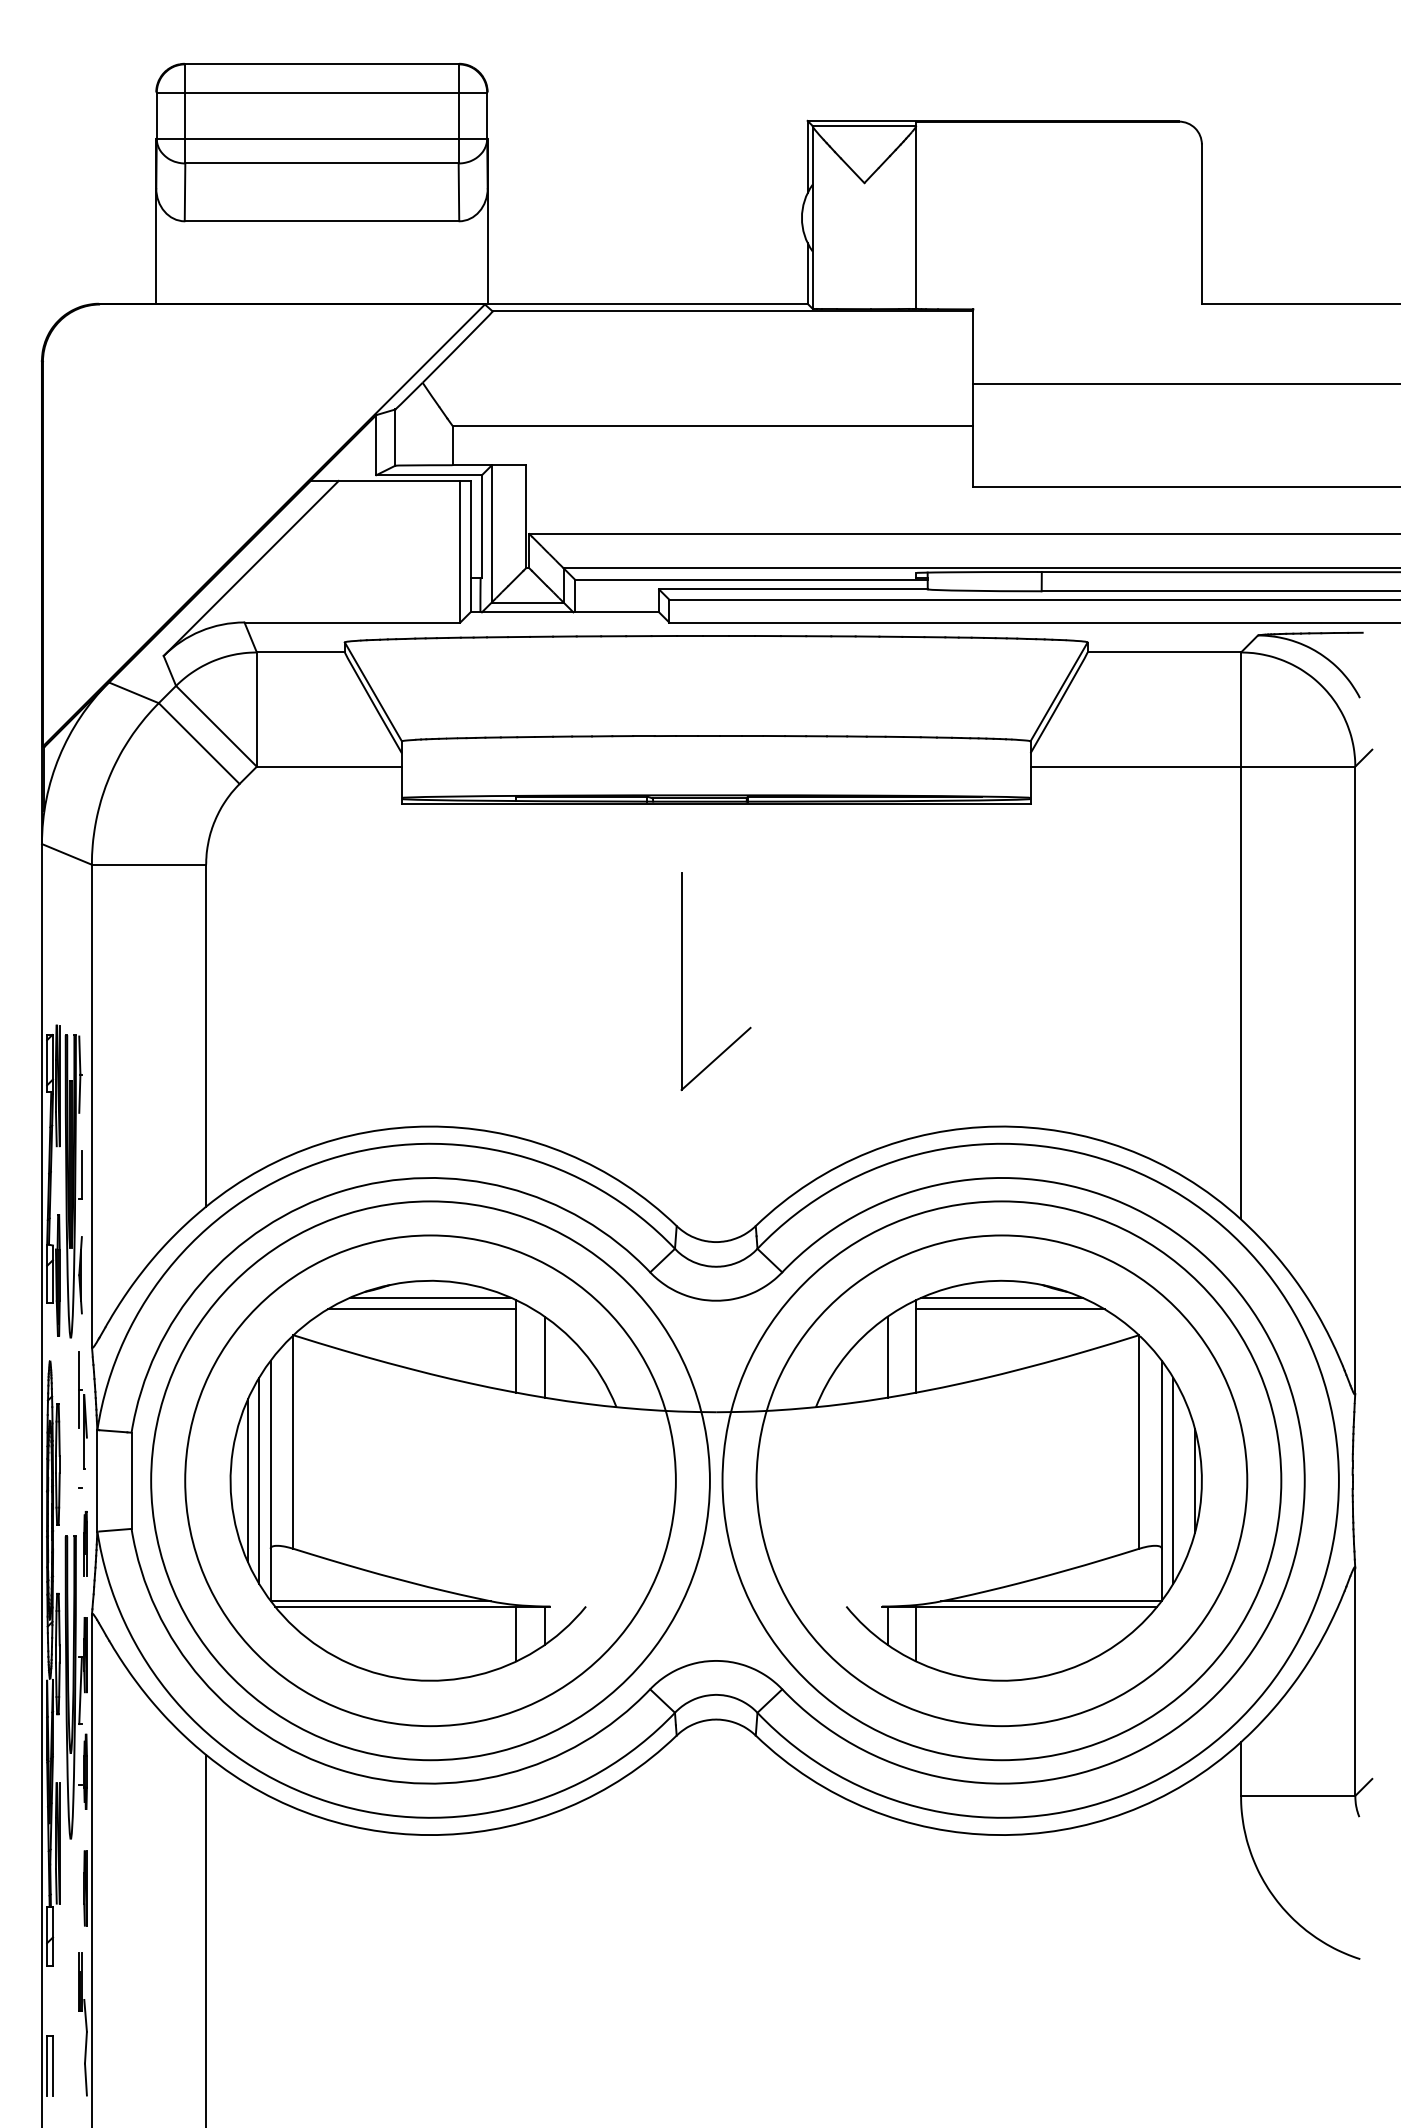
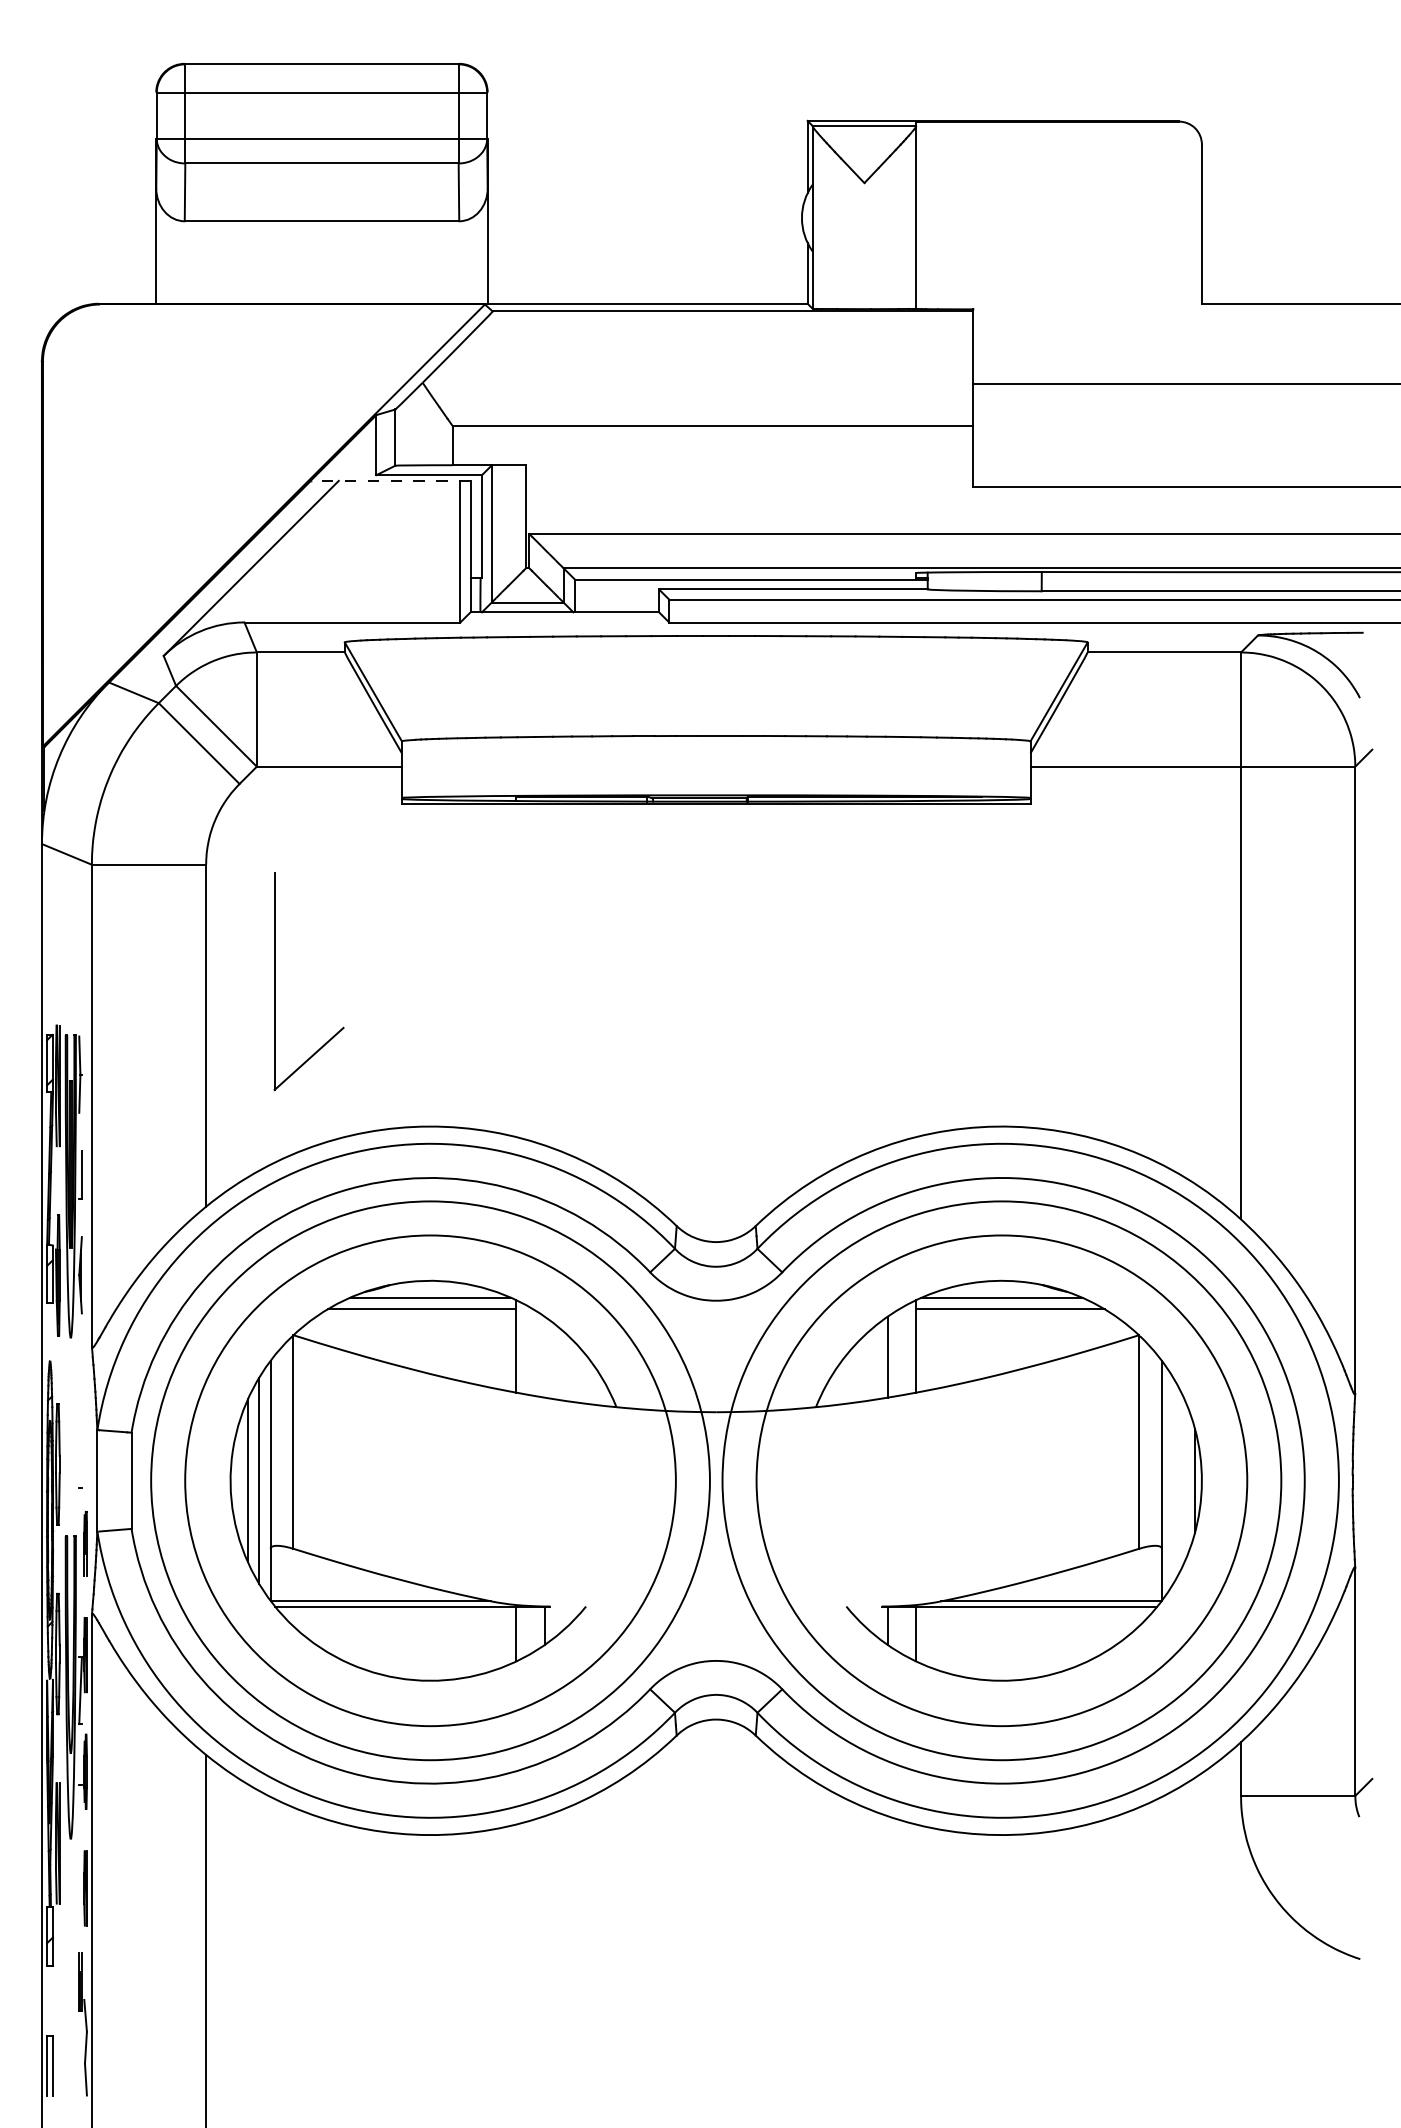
line at (390, 480): solid -> dashed
part at (682, 981) position: (682, 981) -> (275, 981)
line at (544, 1356): present -> none
part at (82, 1410): present -> none
line at (1173, 1480): present -> none
